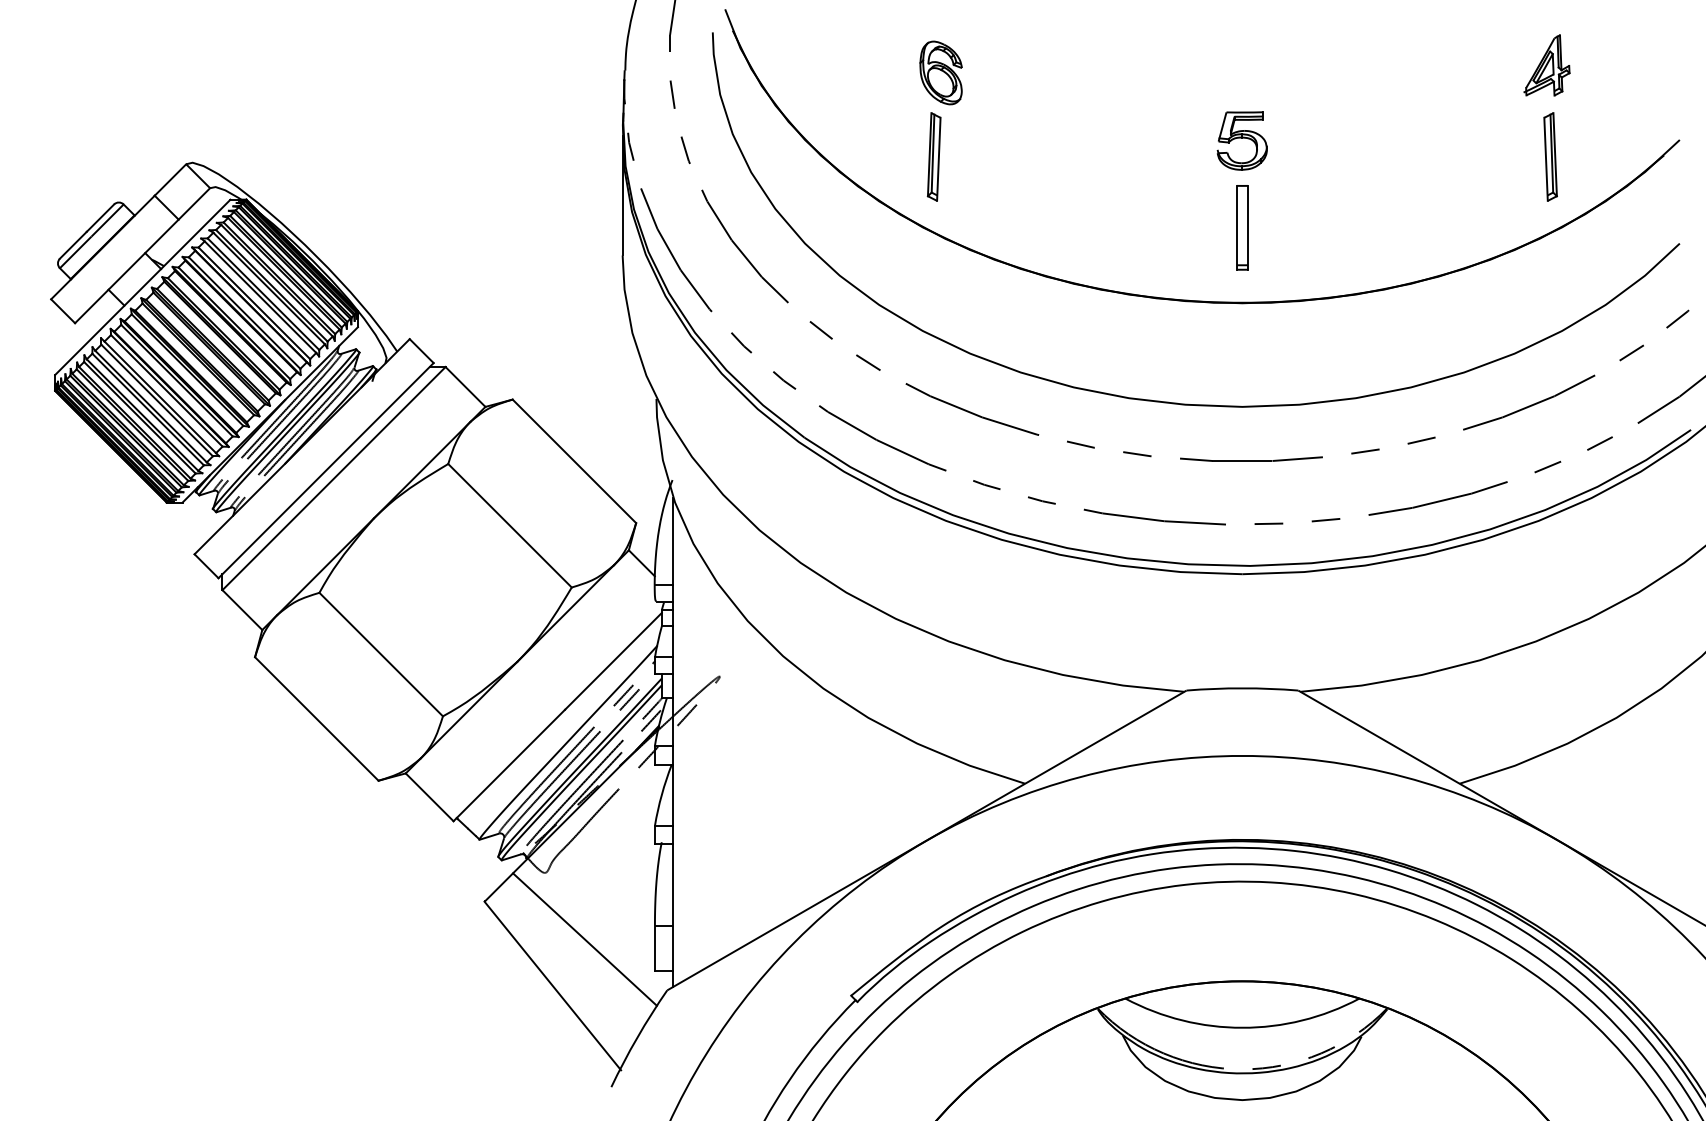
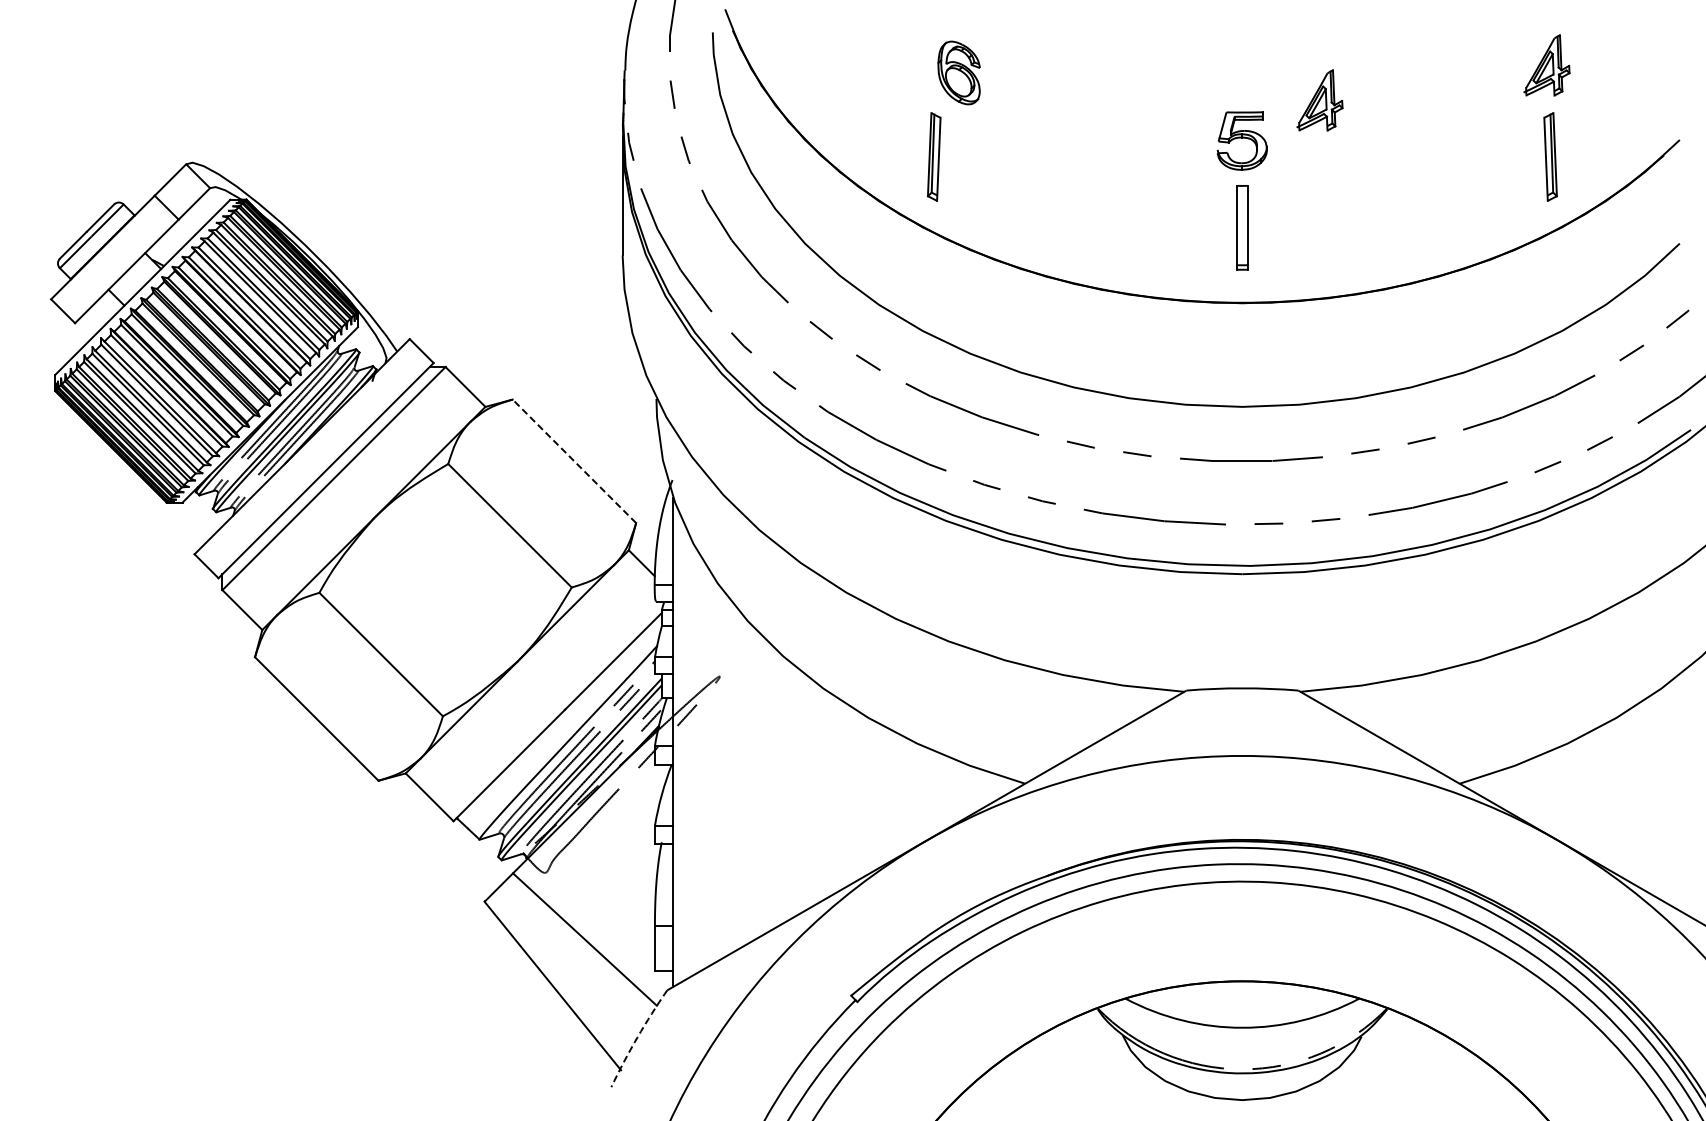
part at (940, 72) position: (940, 72) -> (958, 72)
part at (1319, 100): none -> present
line at (574, 461): solid -> dashed
arc at (637, 1037): solid -> dashed
